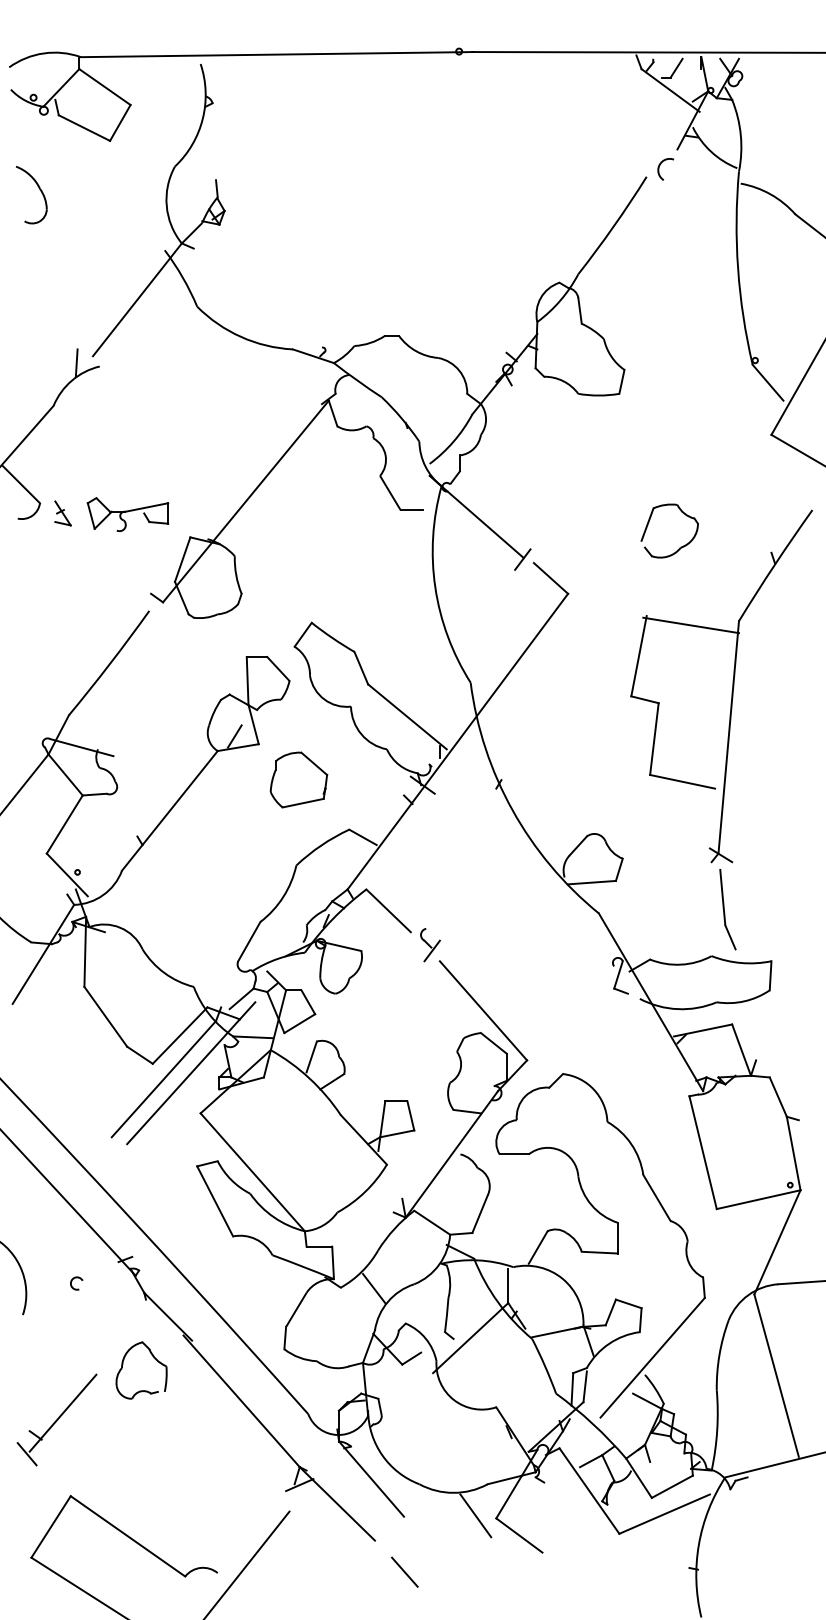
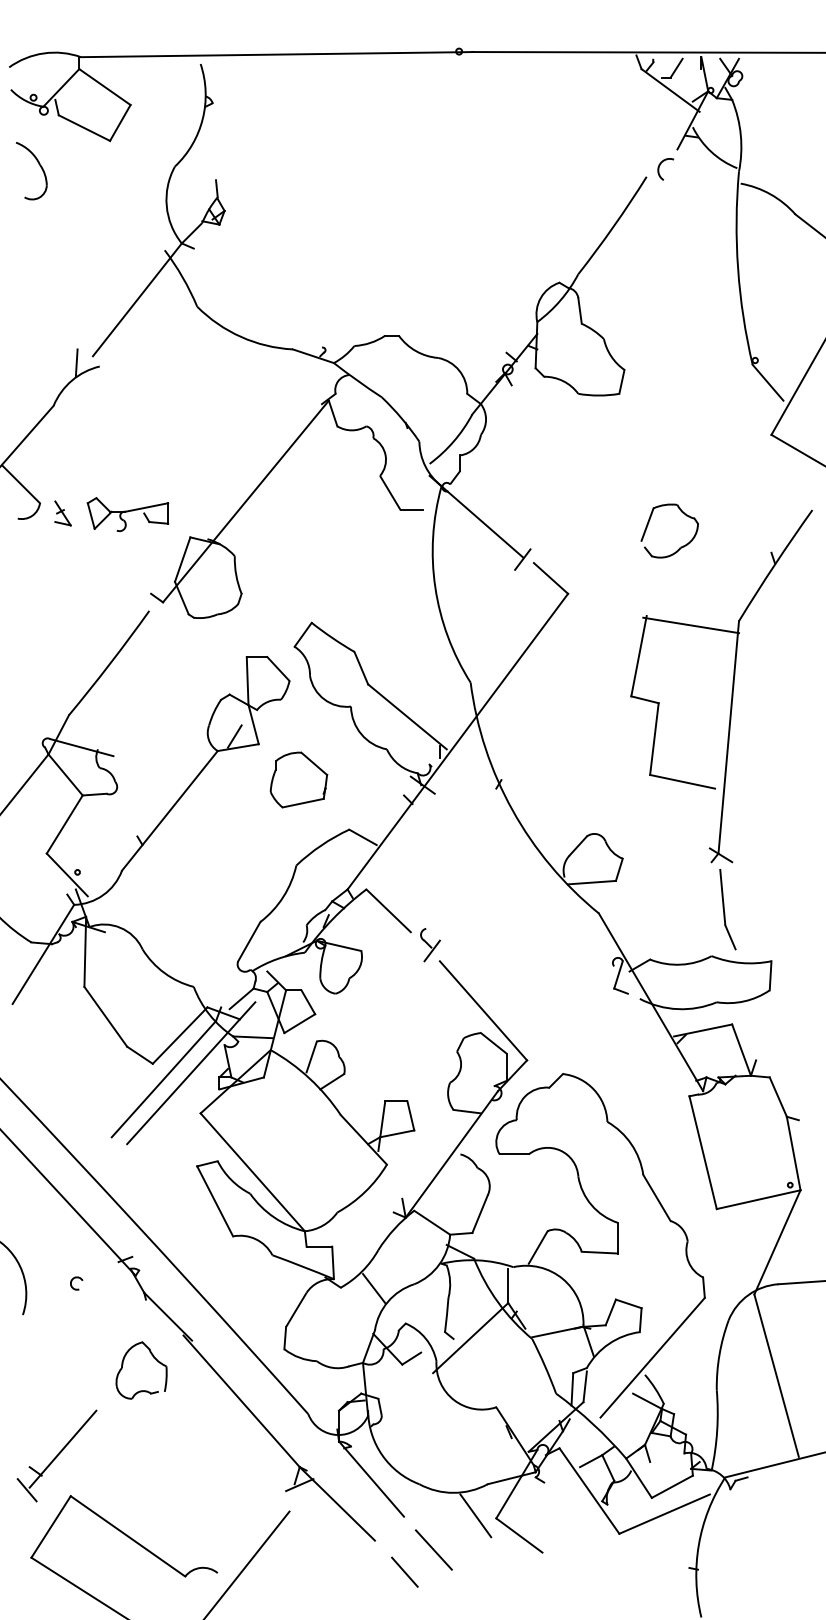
part at (40, 191) position: (40, 191) -> (40, 167)
part at (56, 1419) position: (56, 1419) -> (56, 1455)
line at (433, 1549): none -> present
